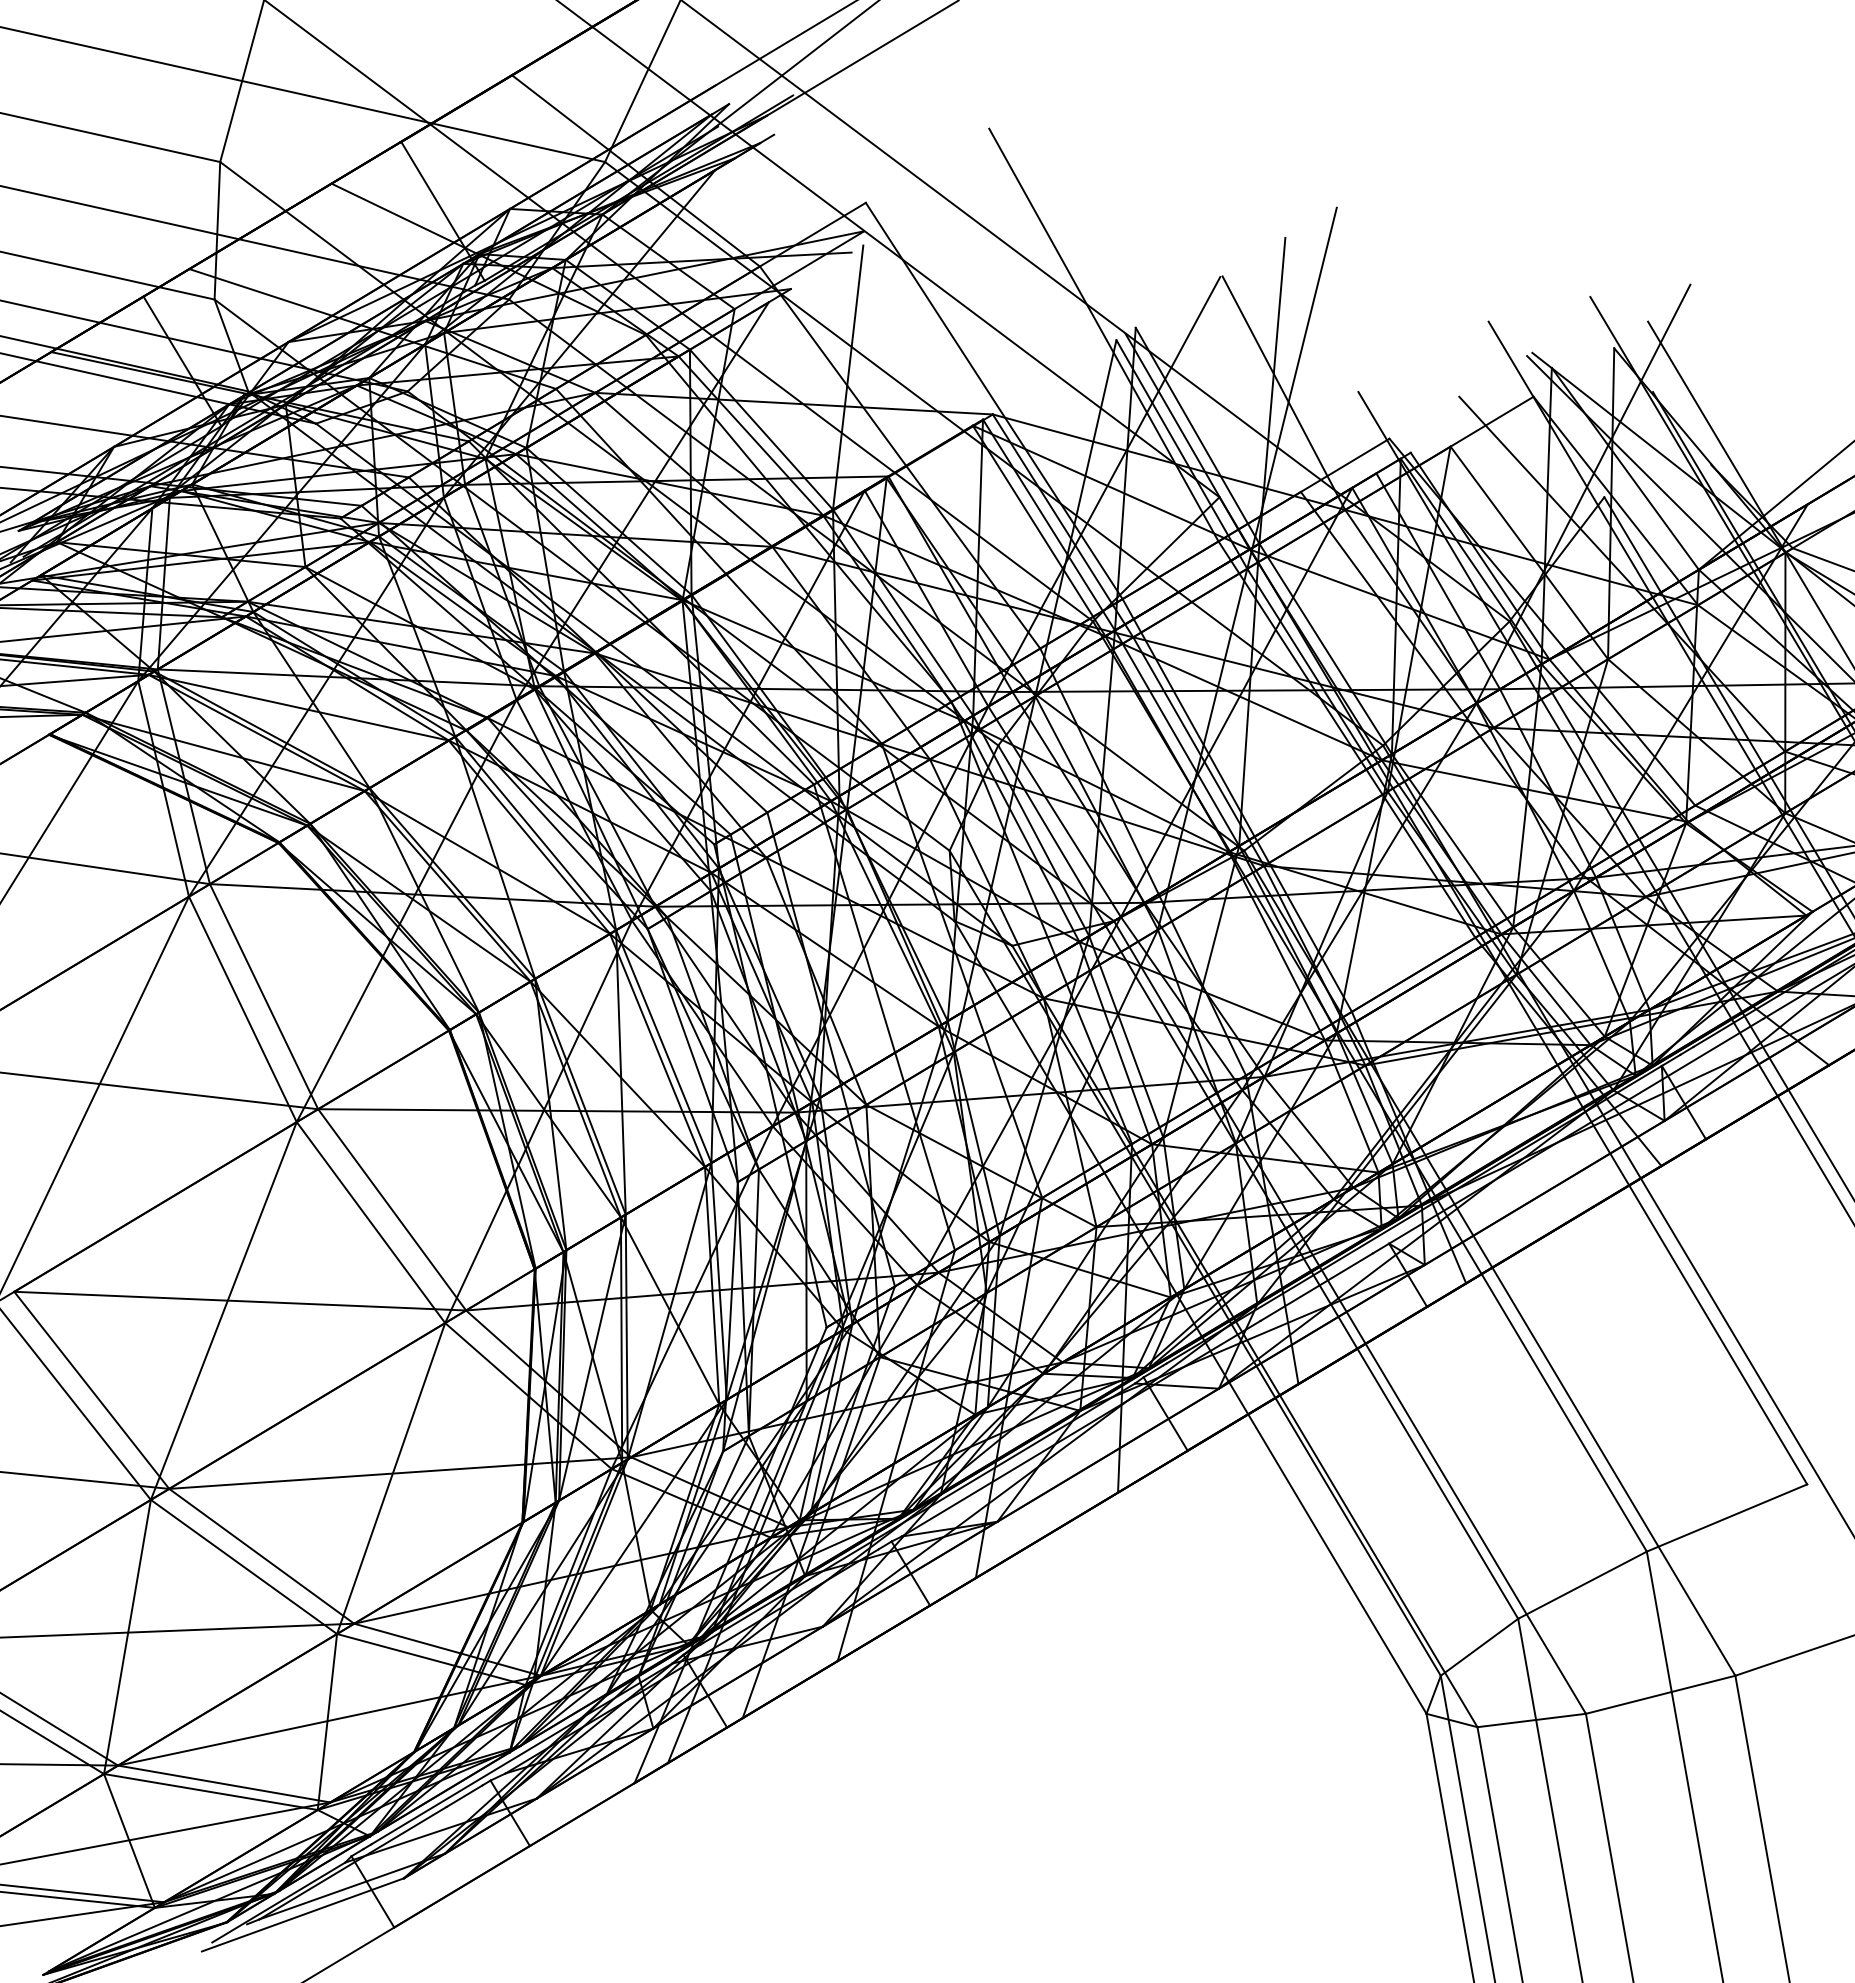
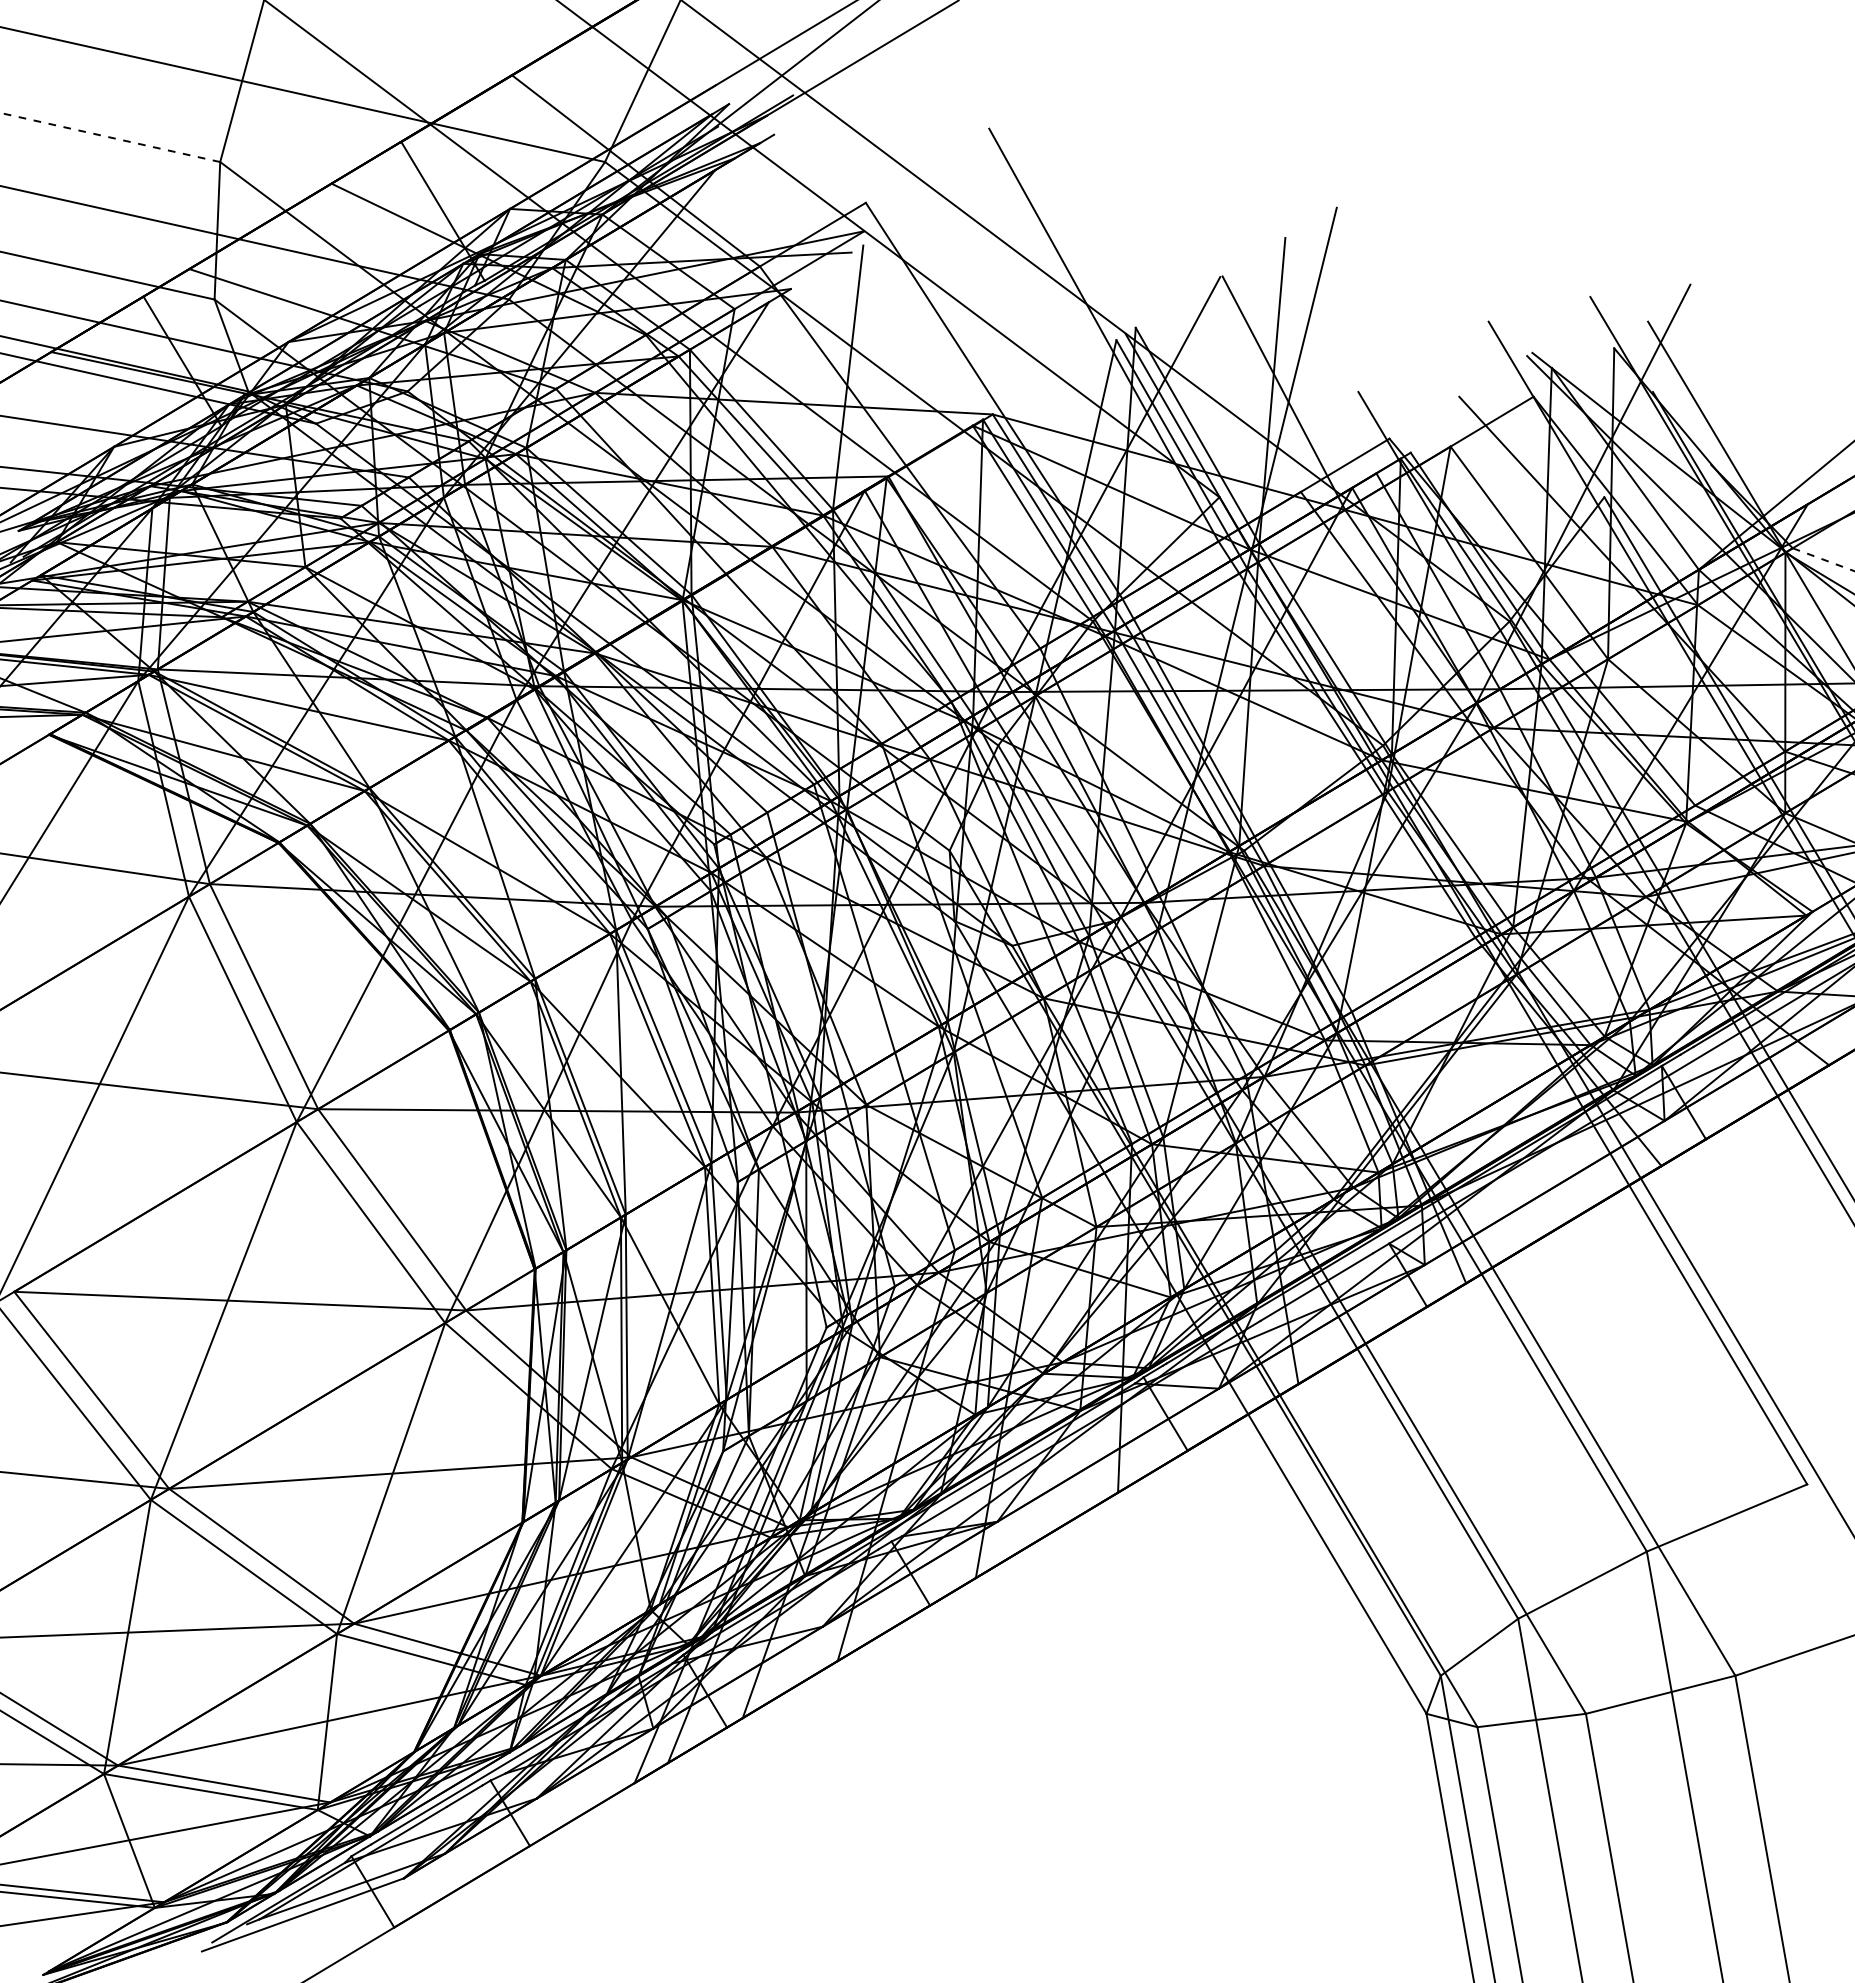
line at (109, 137): solid -> dashed
line at (1823, 559): solid -> dashed
